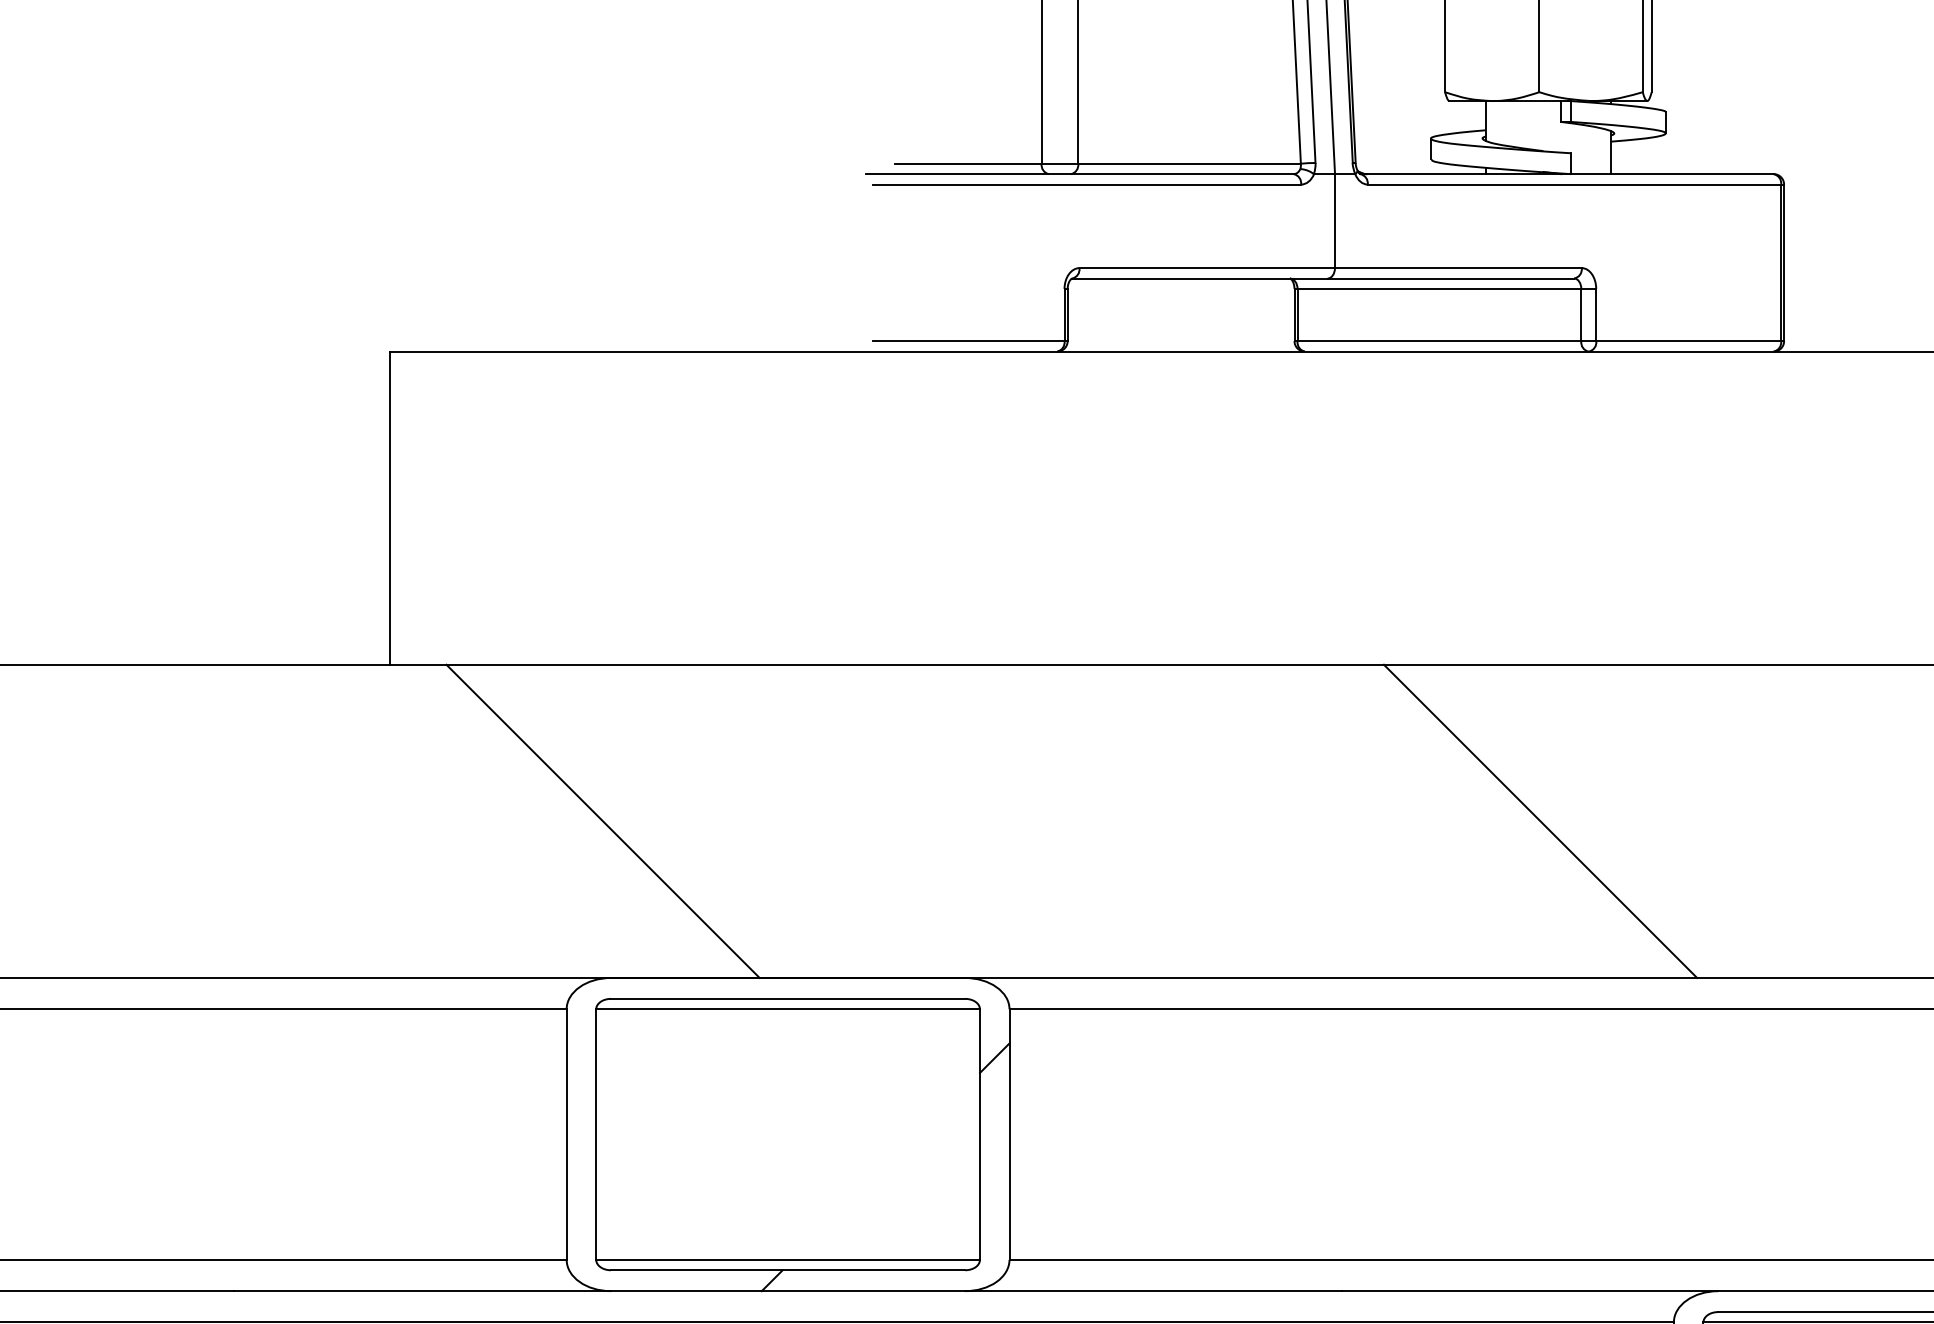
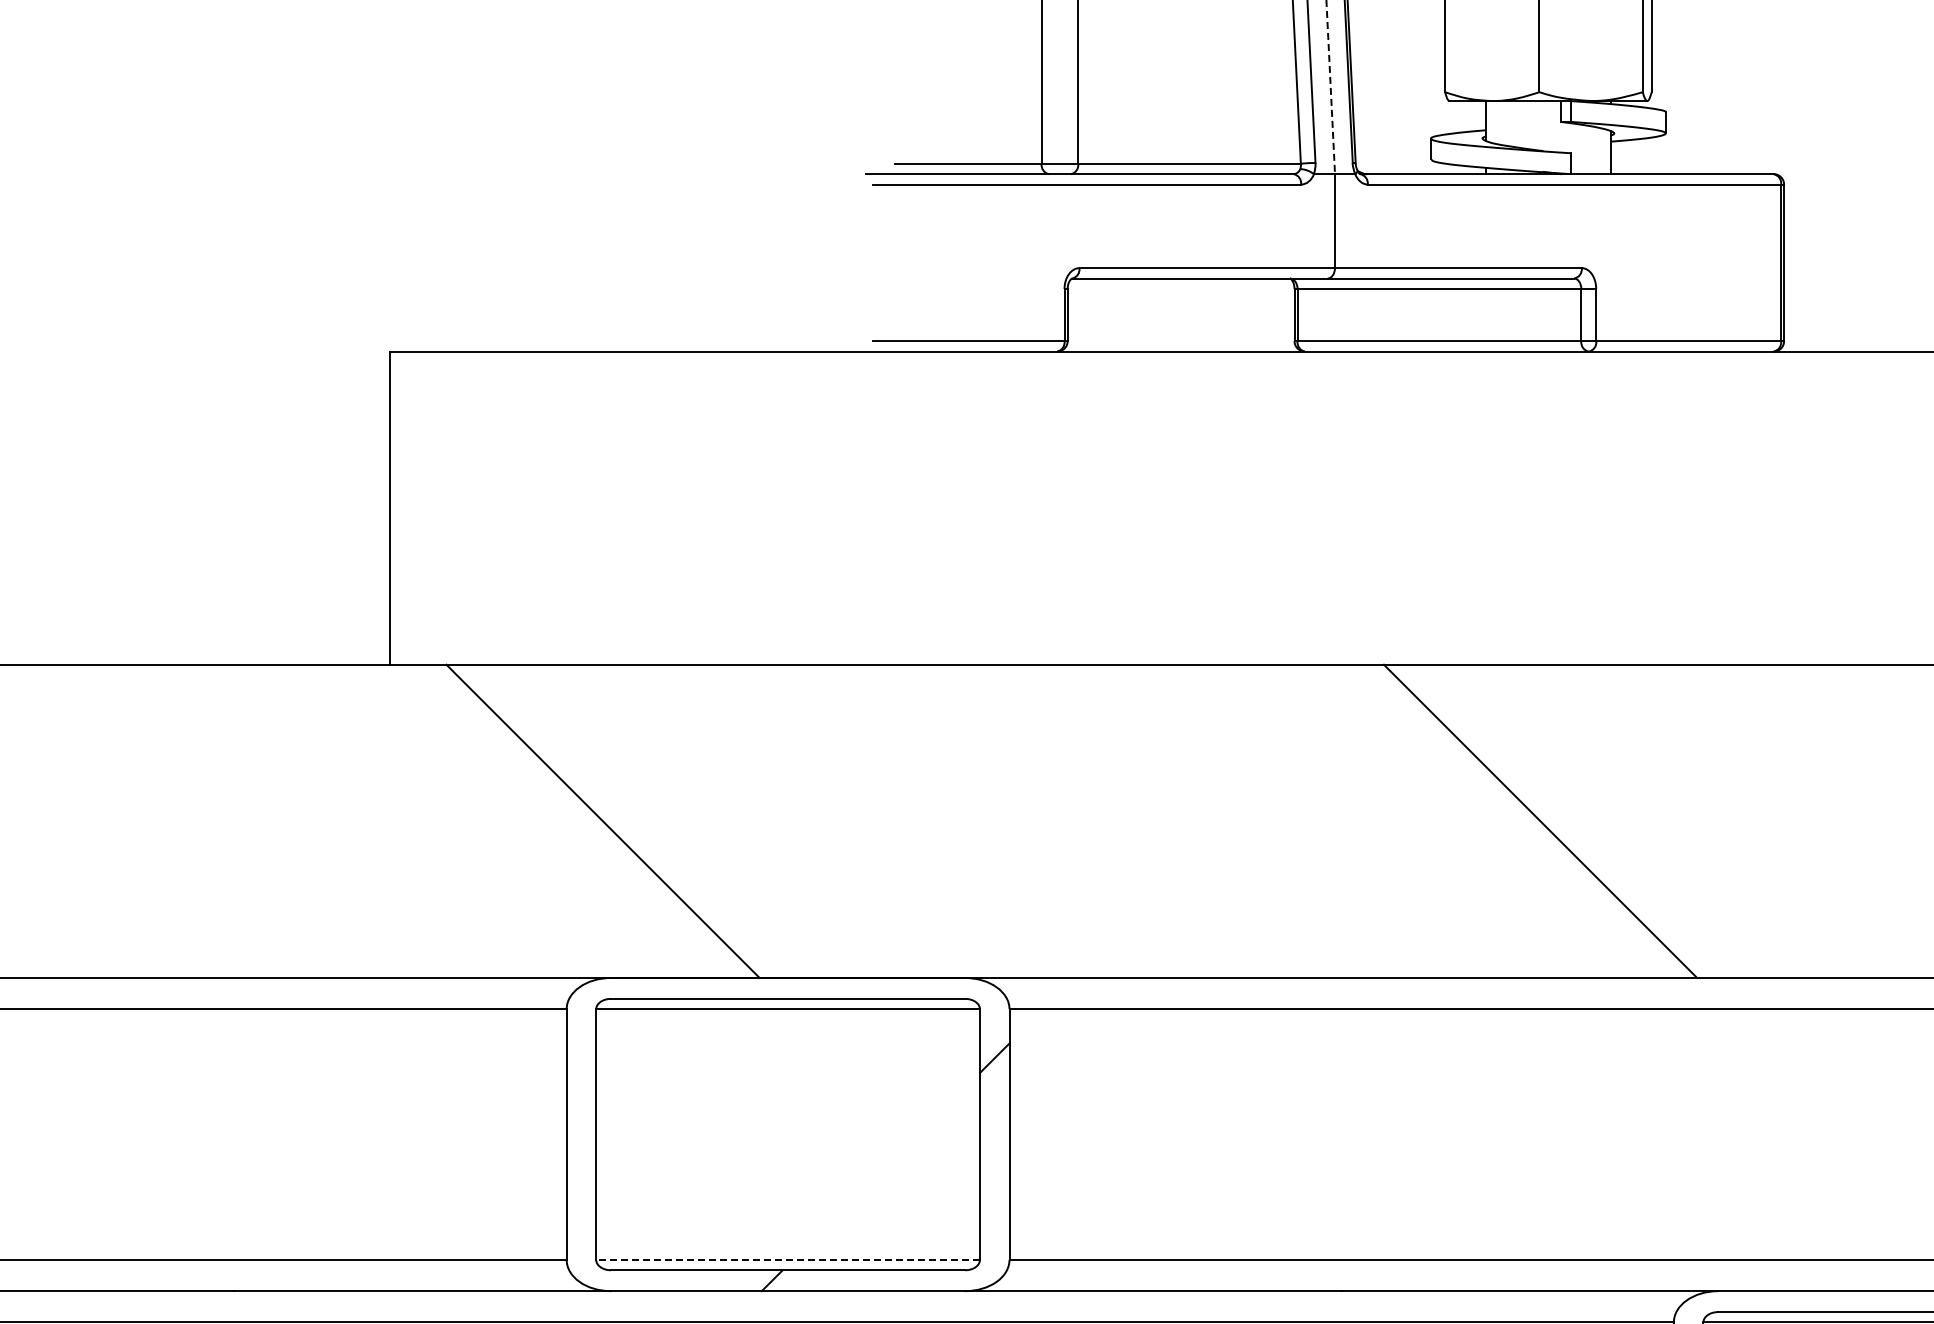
line at (1330, 87): solid -> dashed
line at (788, 1259): solid -> dashed
